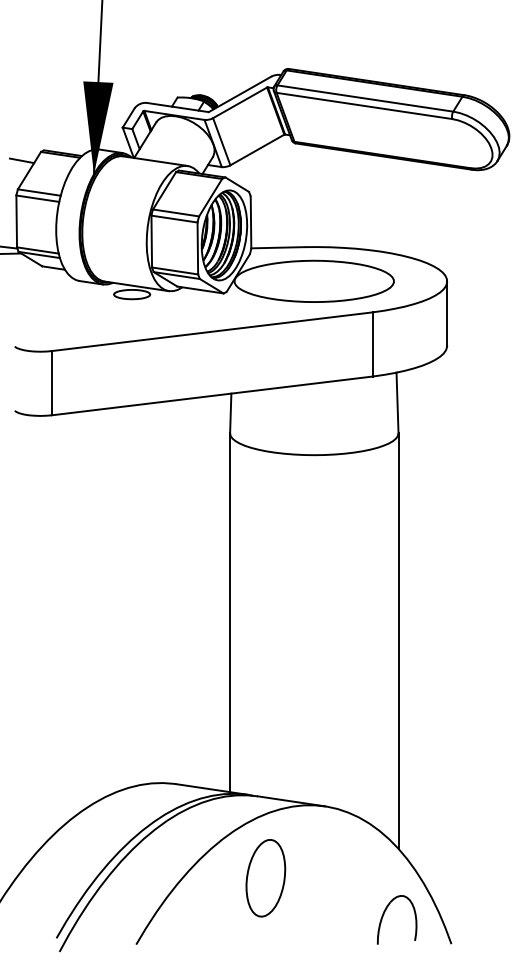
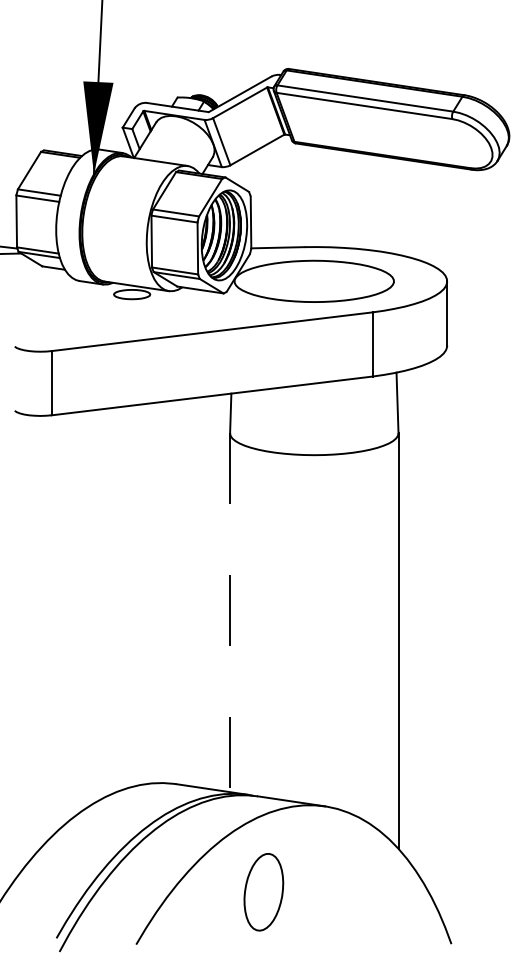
line at (21, 160): present -> none
line at (230, 613): solid -> dashed
part at (265, 878) position: (265, 878) -> (263, 892)
part at (384, 914): present -> none
